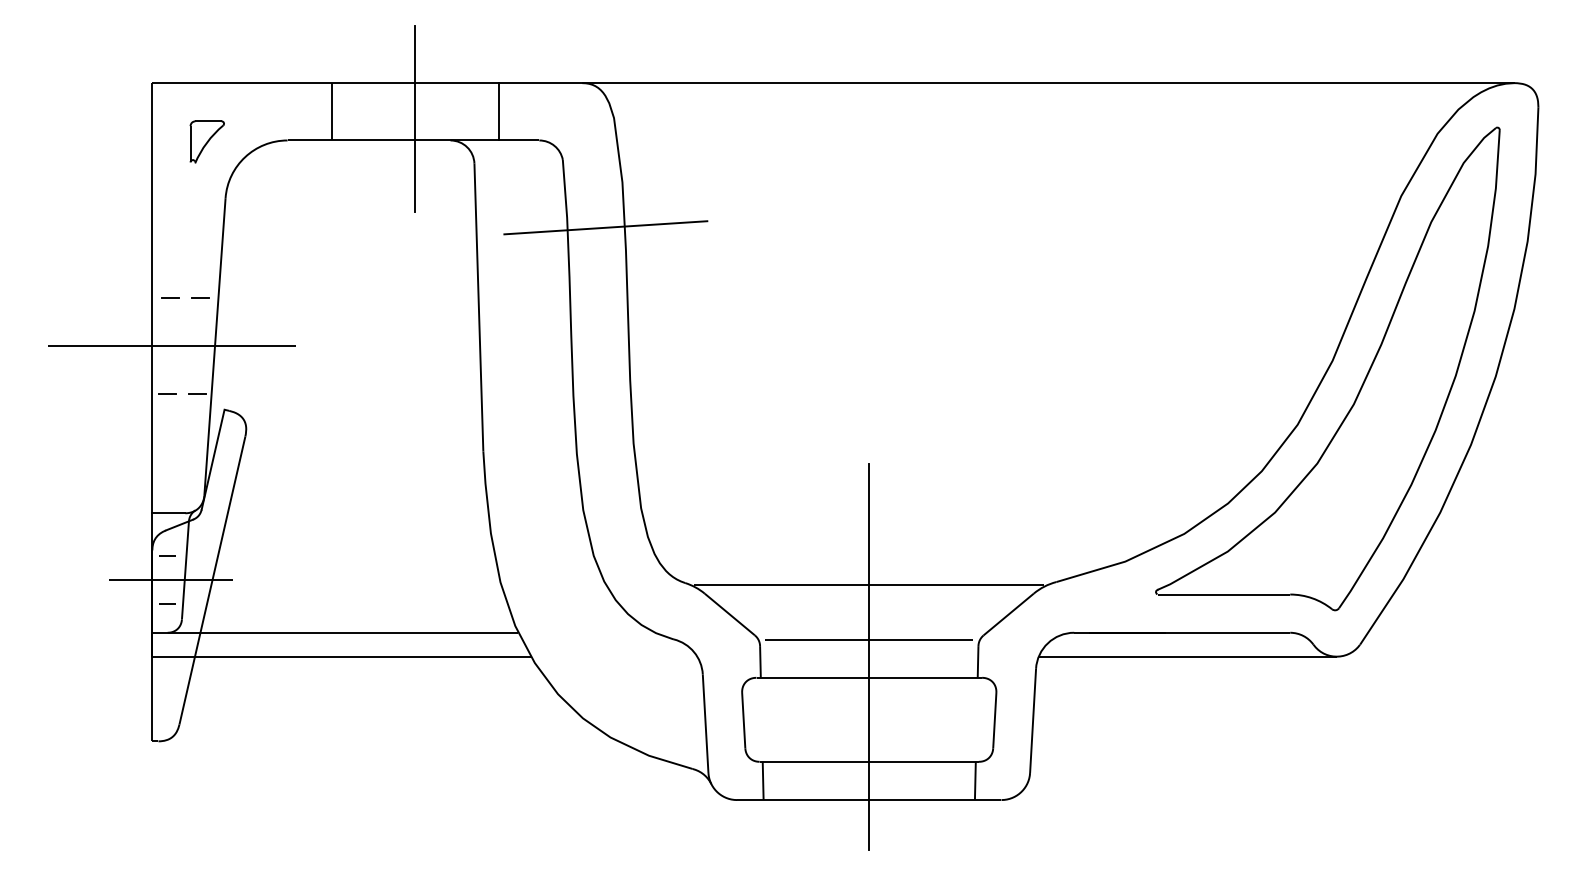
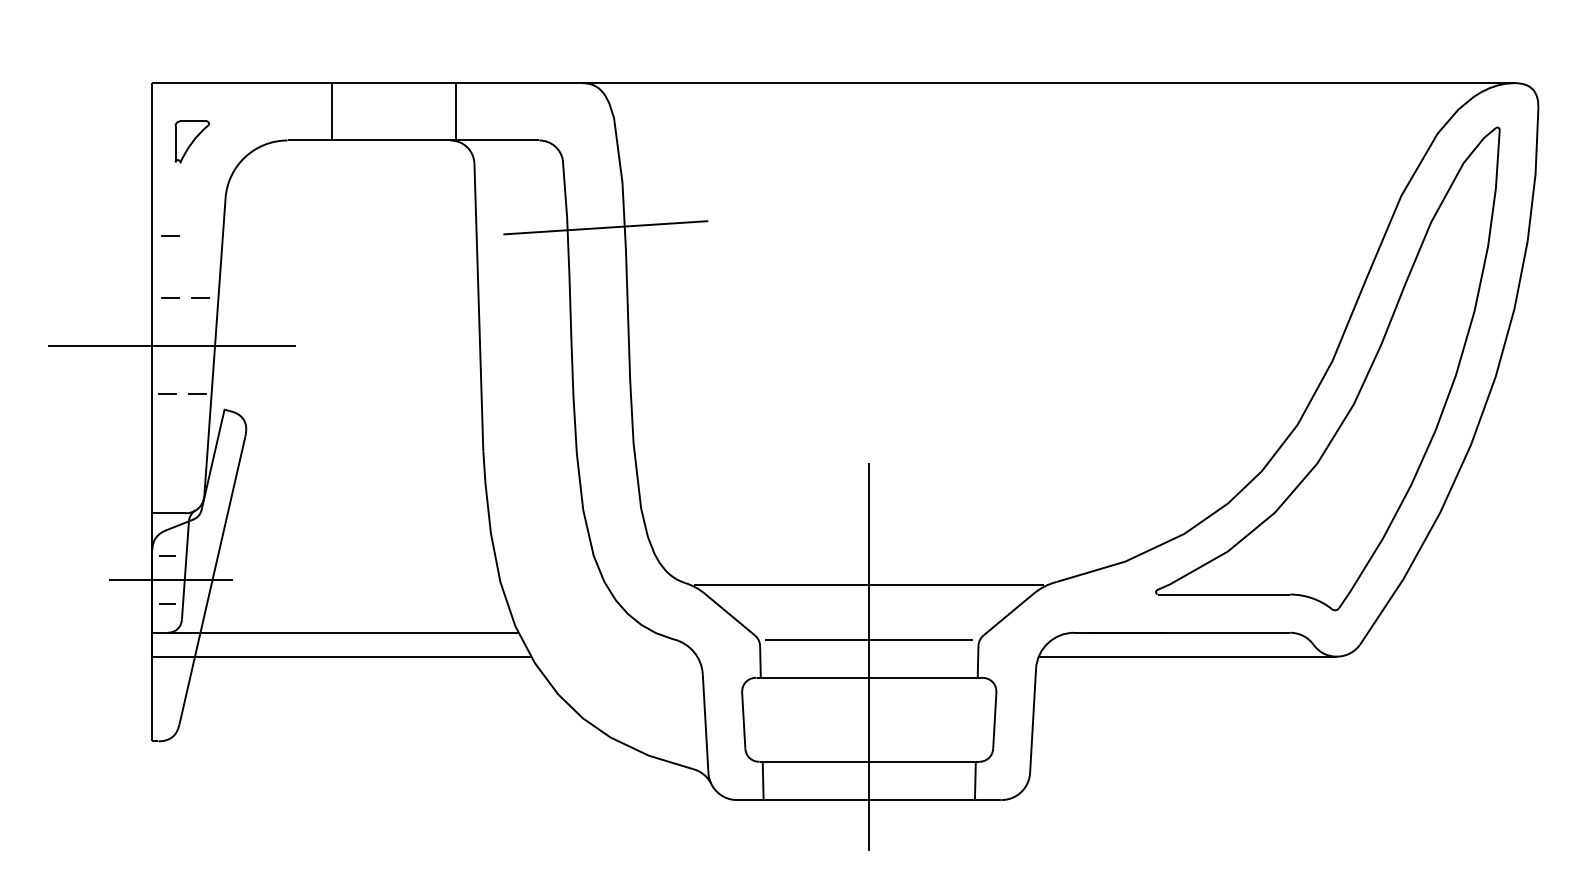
line at (498, 111) position: (498, 111) -> (455, 111)
line at (415, 118): present -> none
part at (206, 141) position: (206, 141) -> (191, 141)
line at (170, 235): none -> present
